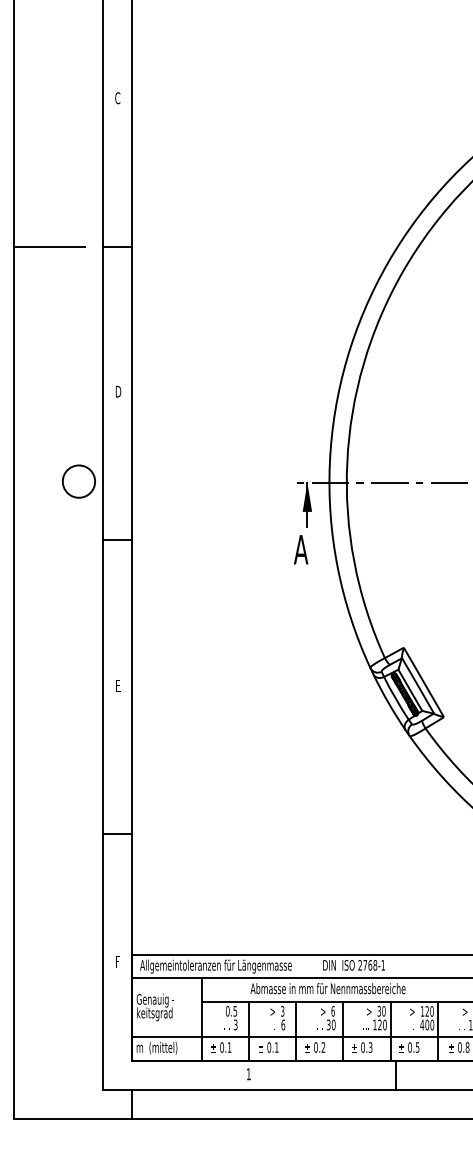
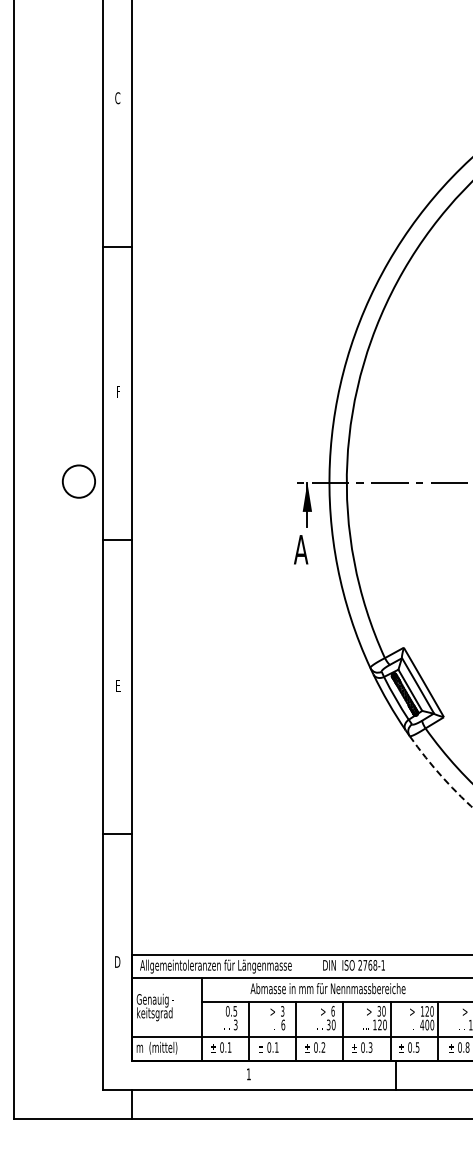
line at (49, 246): present -> none
text at (118, 391): D -> F
arc at (438, 772): solid -> dashed
text at (117, 961): F -> D
